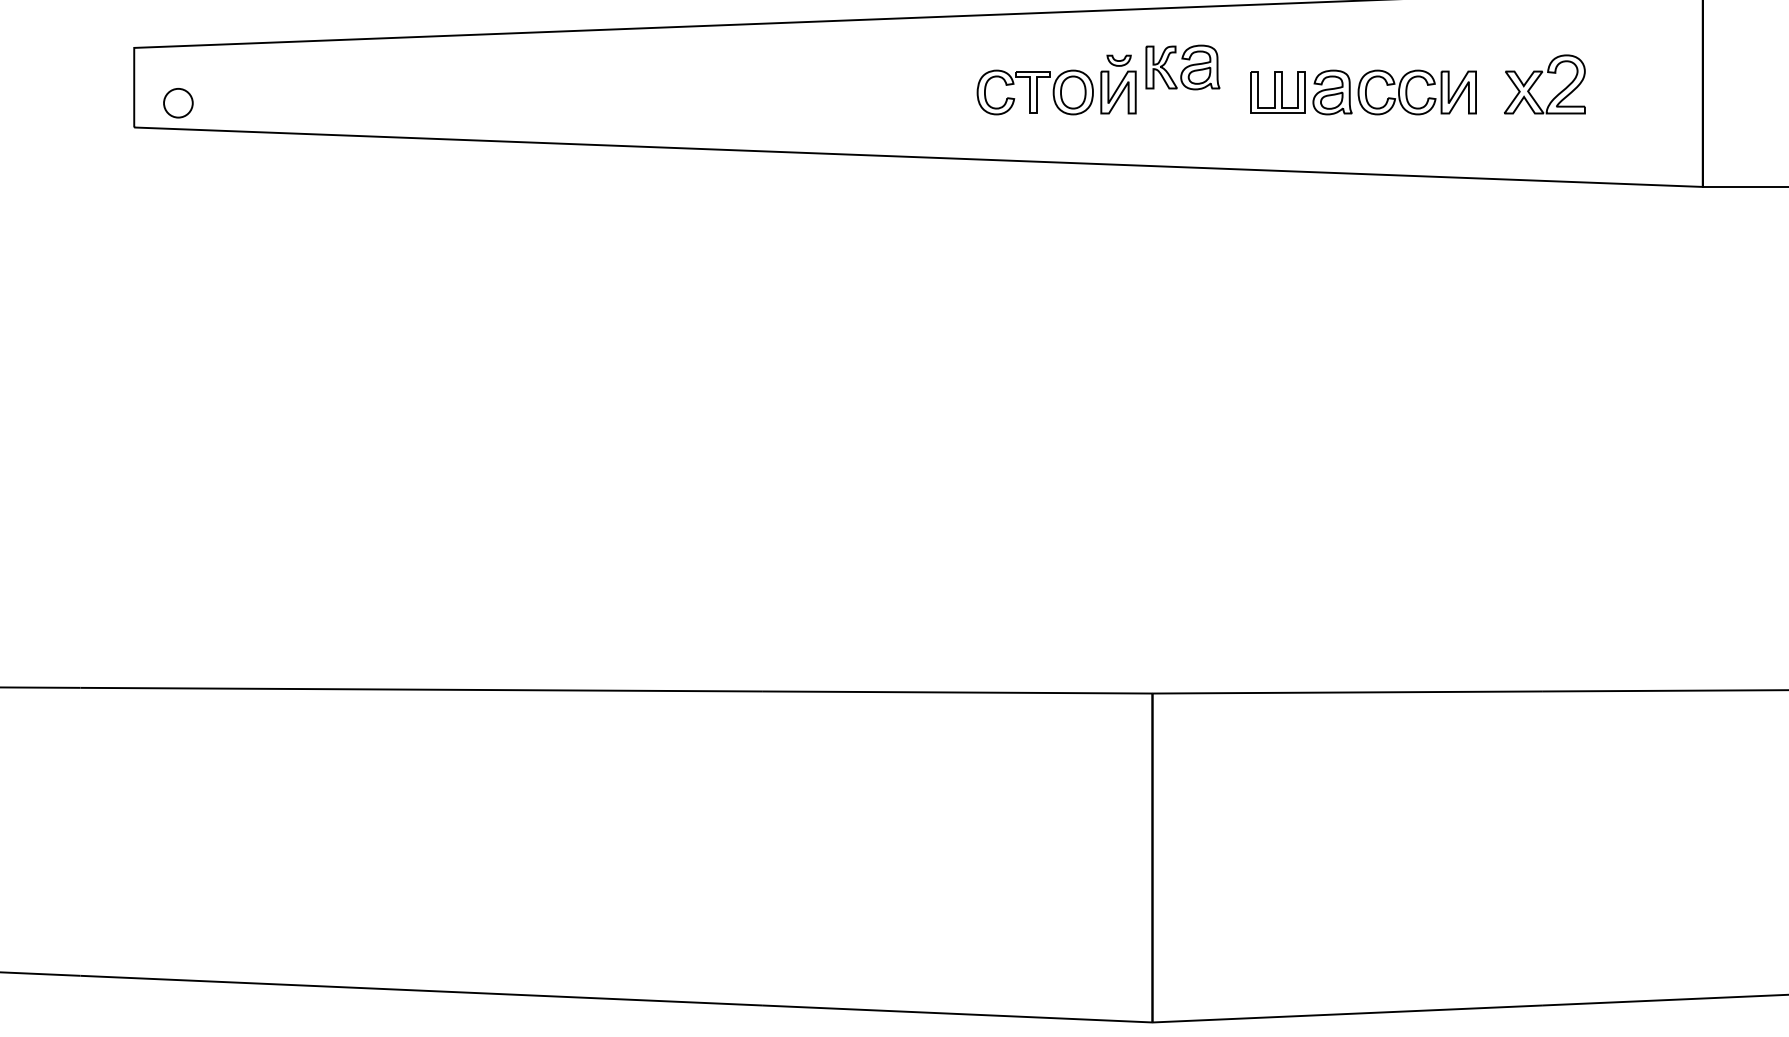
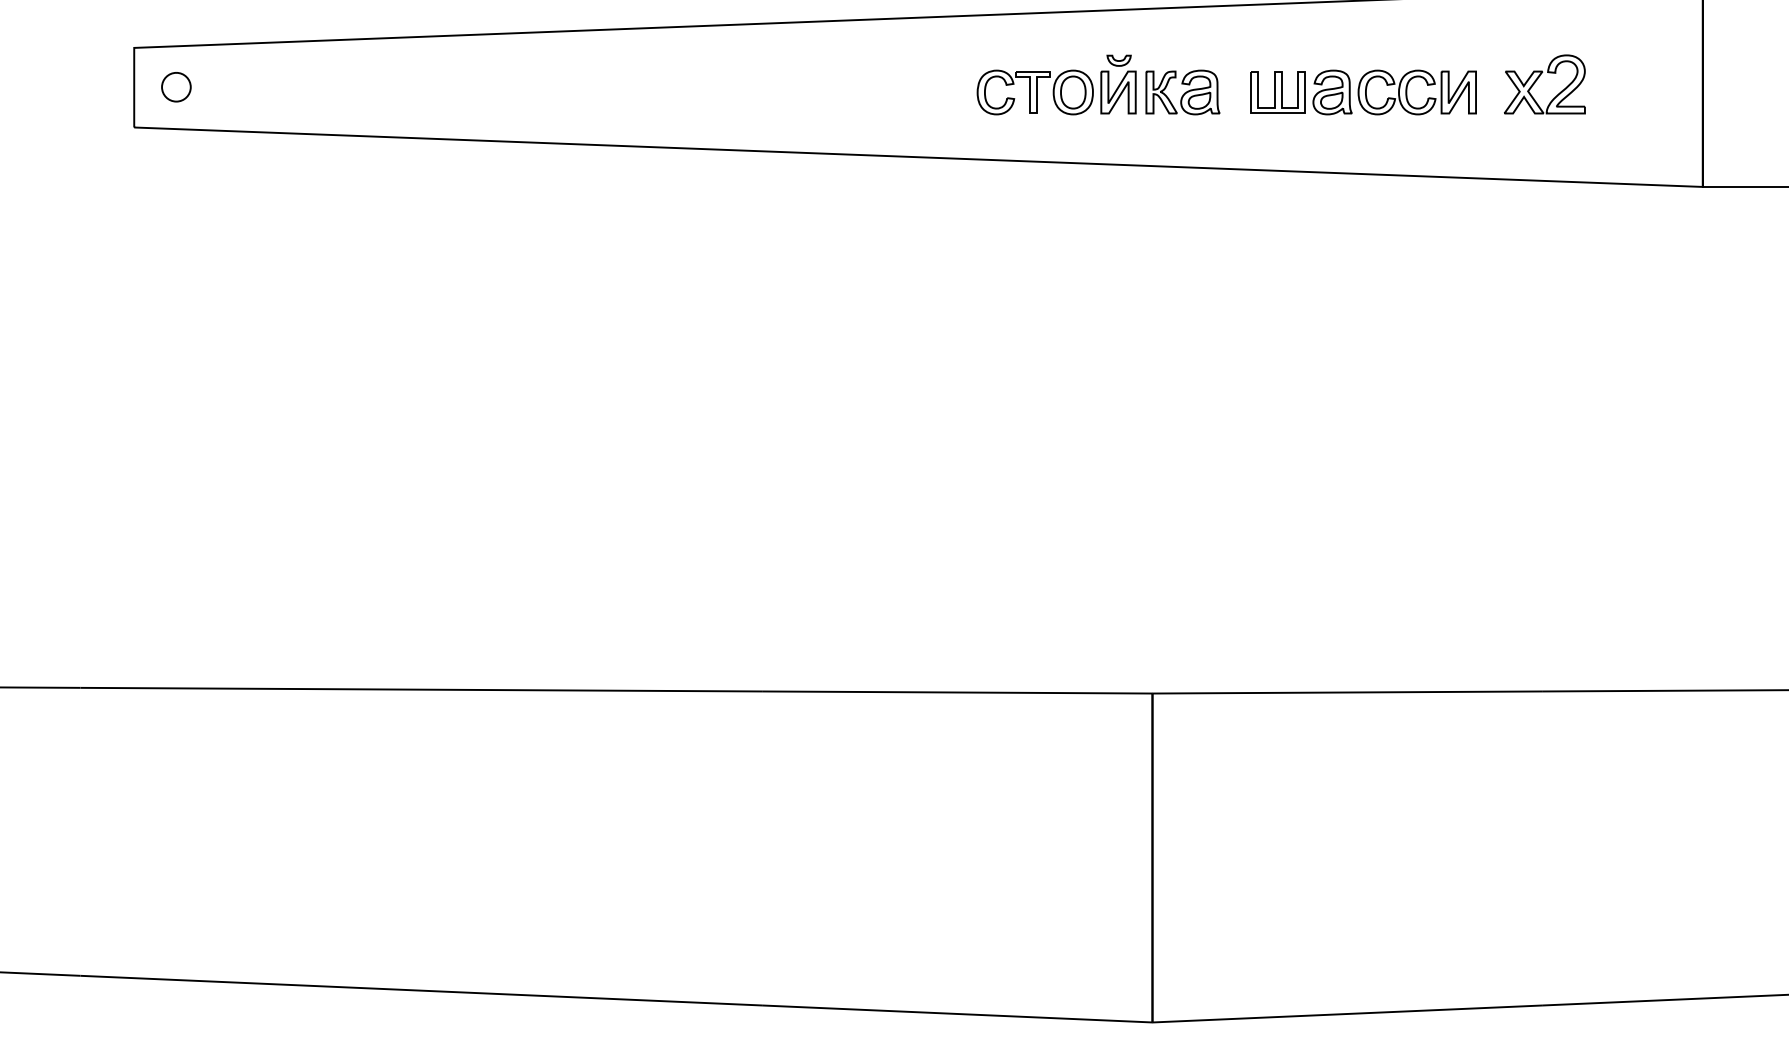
part at (1182, 67) position: (1182, 67) -> (1182, 92)
part at (178, 103) position: (178, 103) -> (176, 87)
